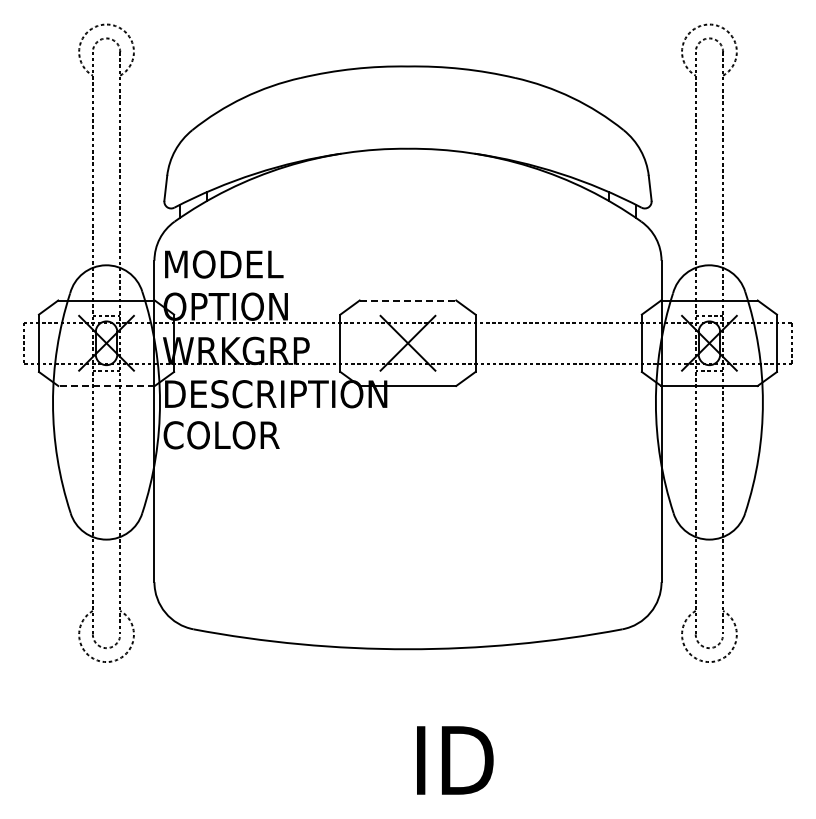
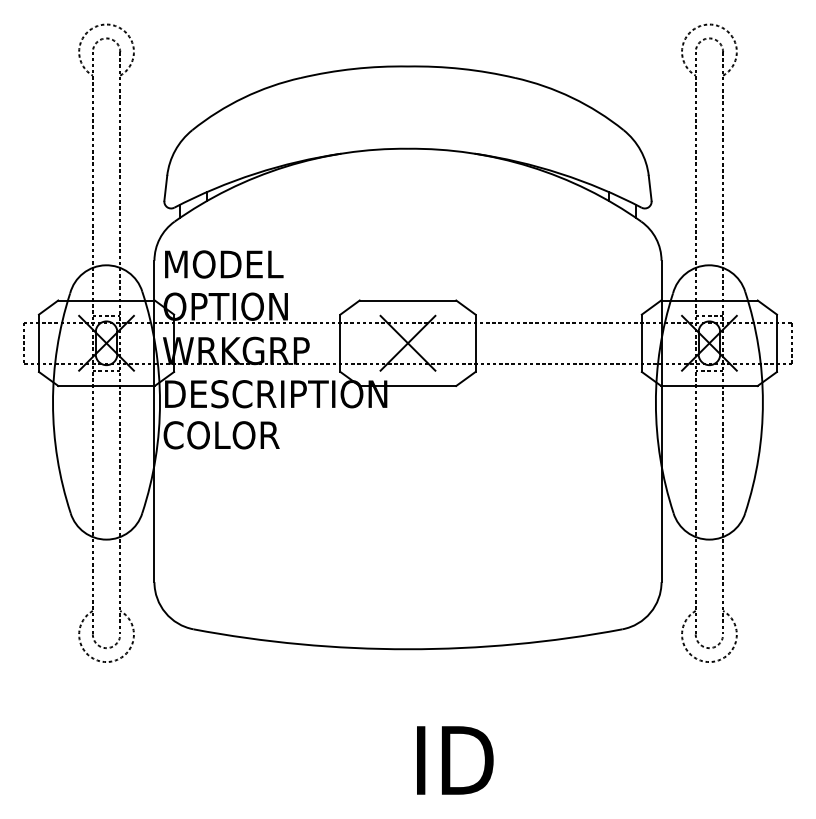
line at (408, 300): dashed -> solid
line at (106, 386): dashed -> solid
